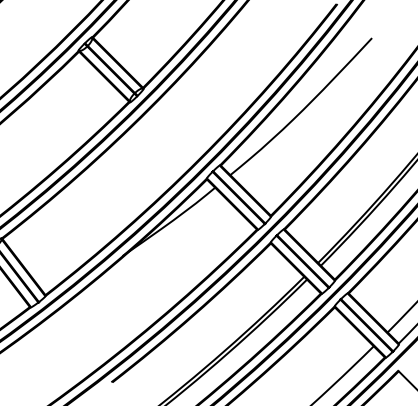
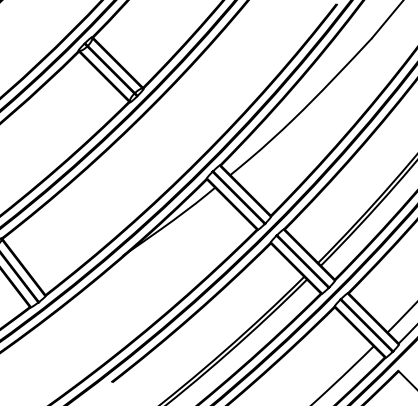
line at (386, 20): none -> present
